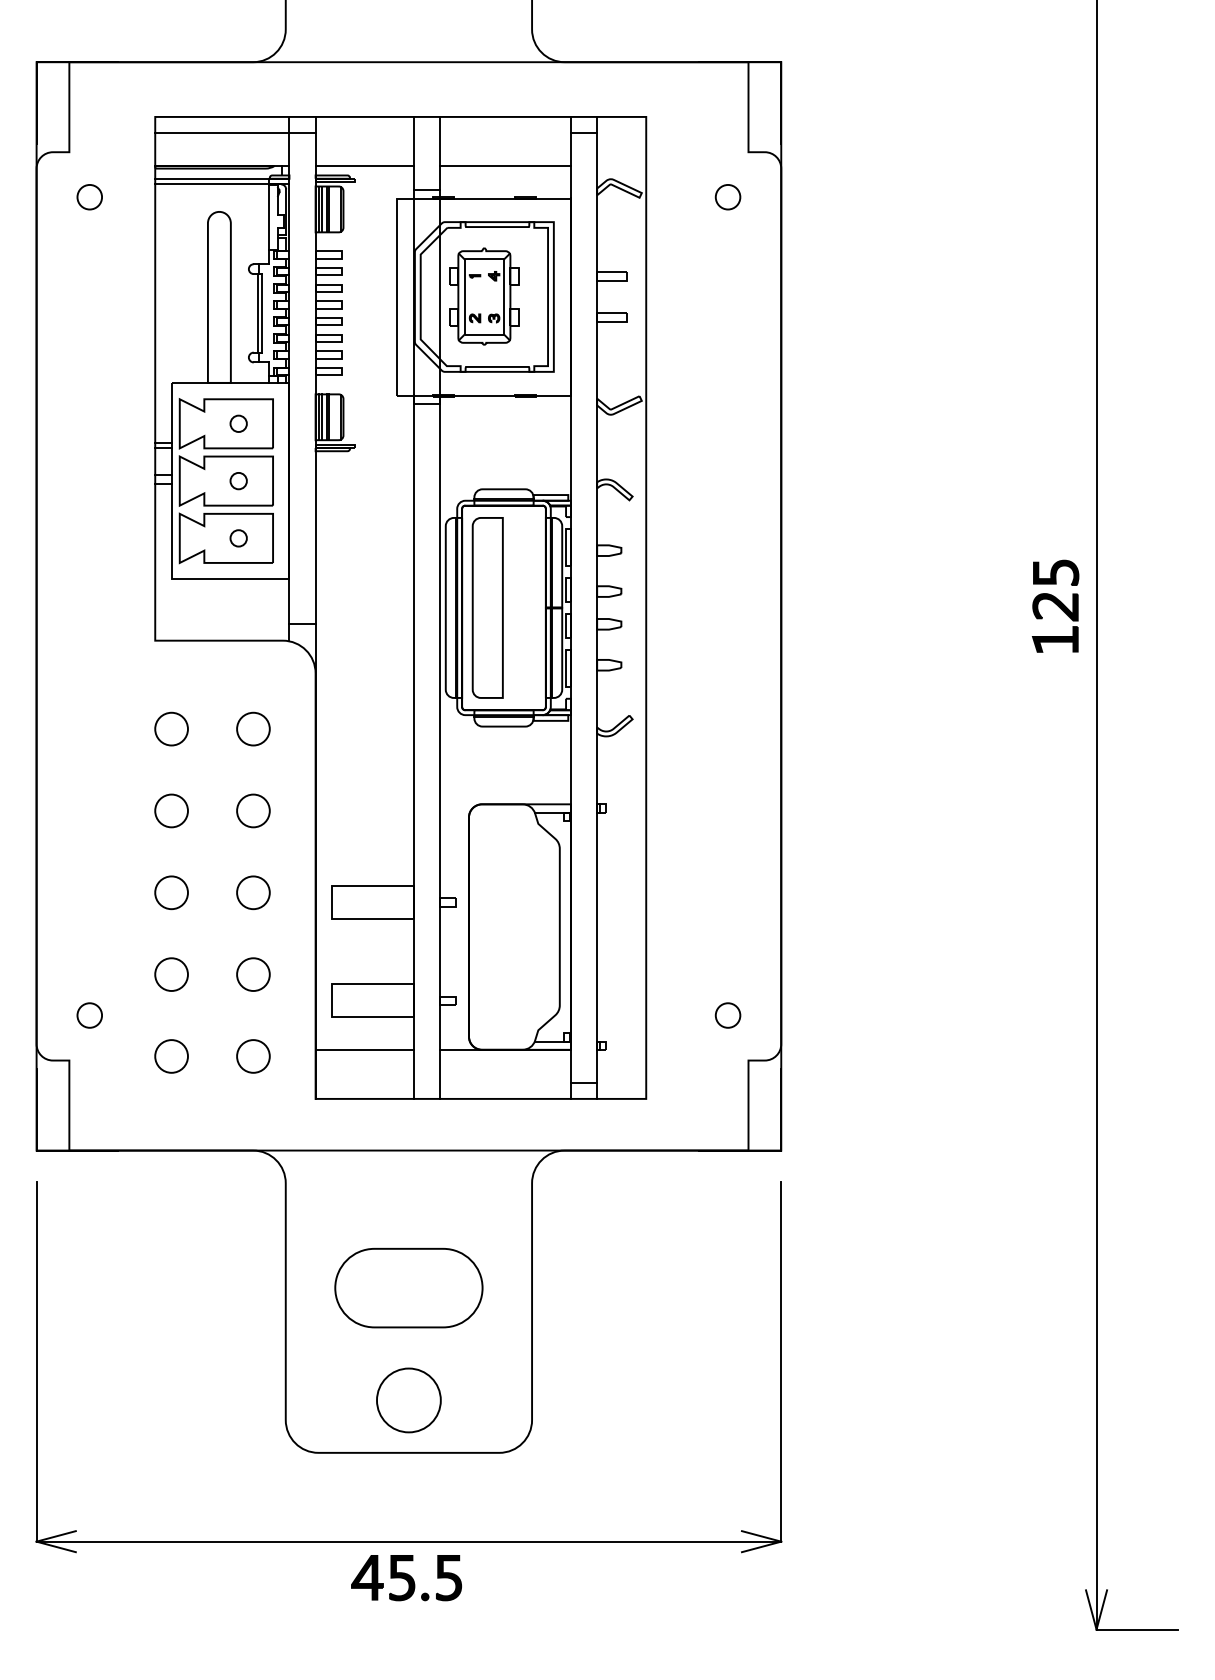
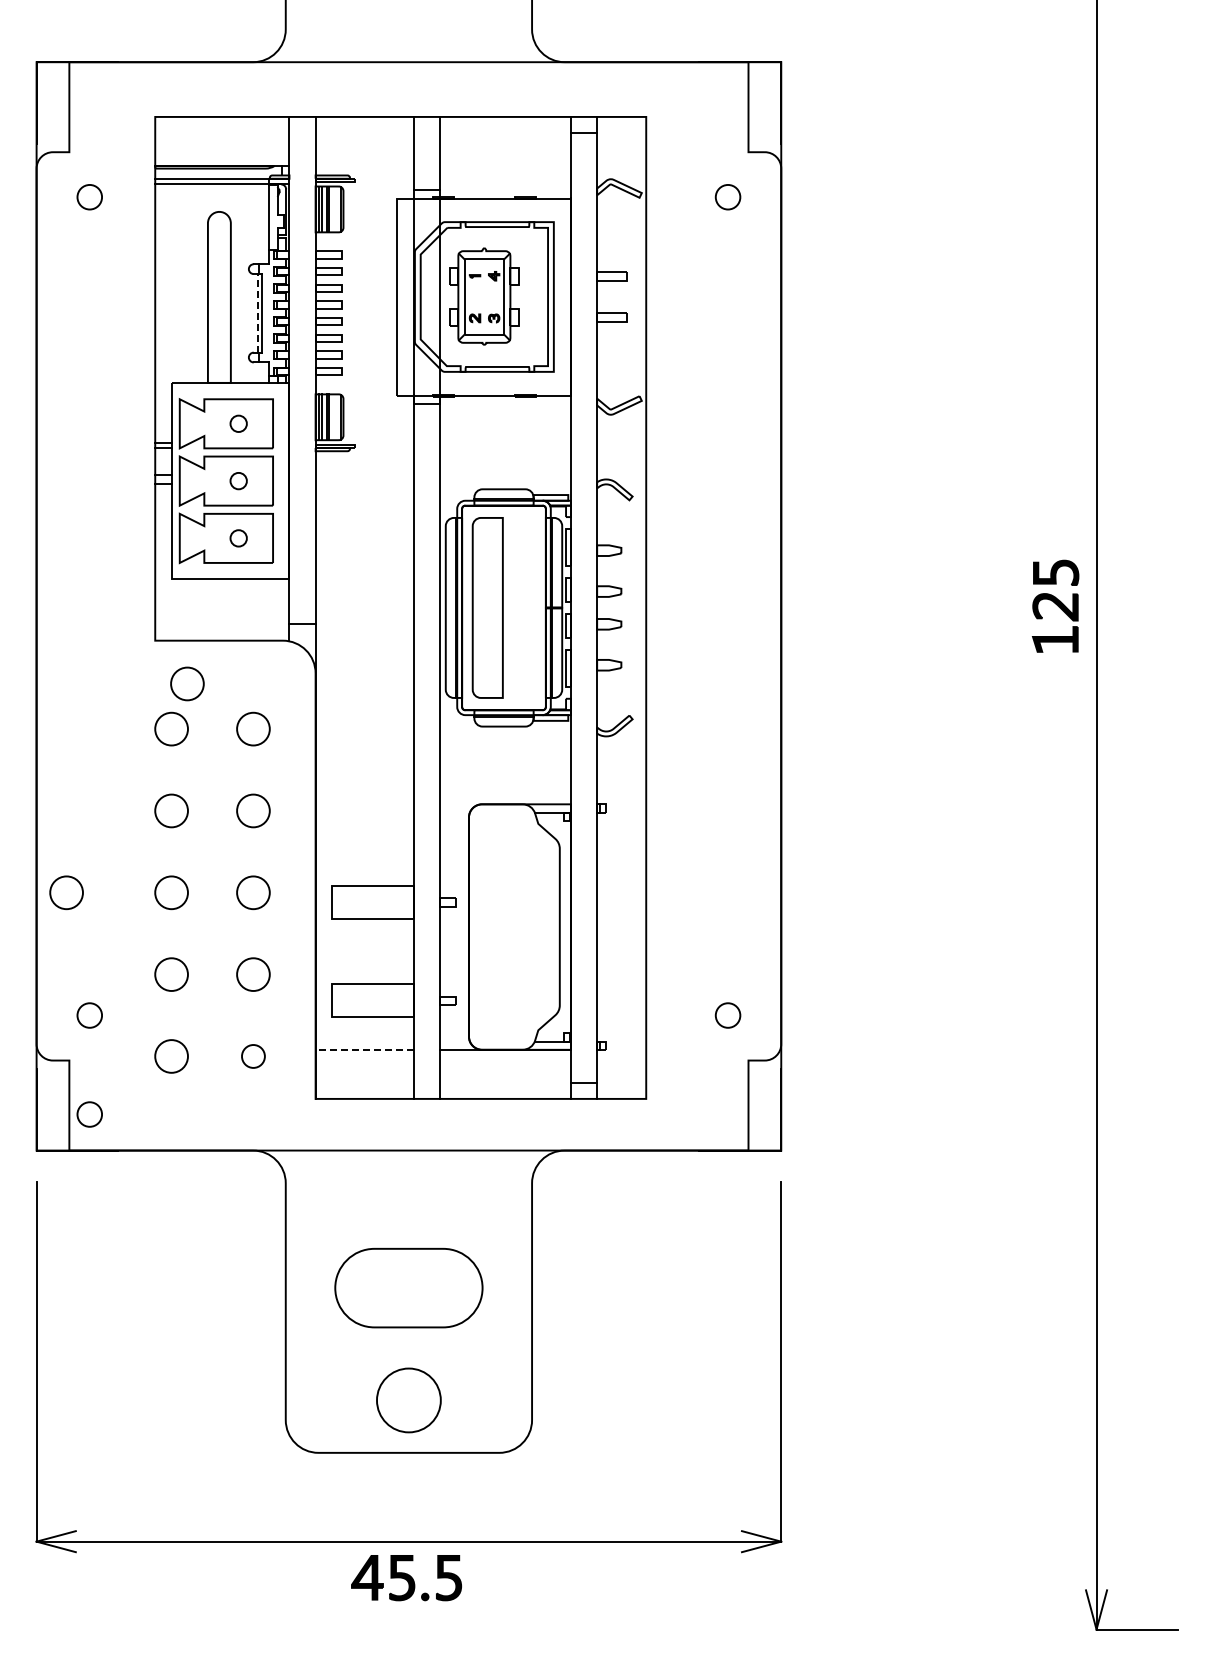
line at (235, 133): present -> none
line at (364, 166): present -> none
line at (505, 166): present -> none
line at (257, 312): solid -> dashed
part at (187, 683): none -> present
part at (66, 892): none -> present
line at (364, 1049): solid -> dashed
part at (253, 1056) size: 35x35 px -> 25x25 px
part at (89, 1114): none -> present
